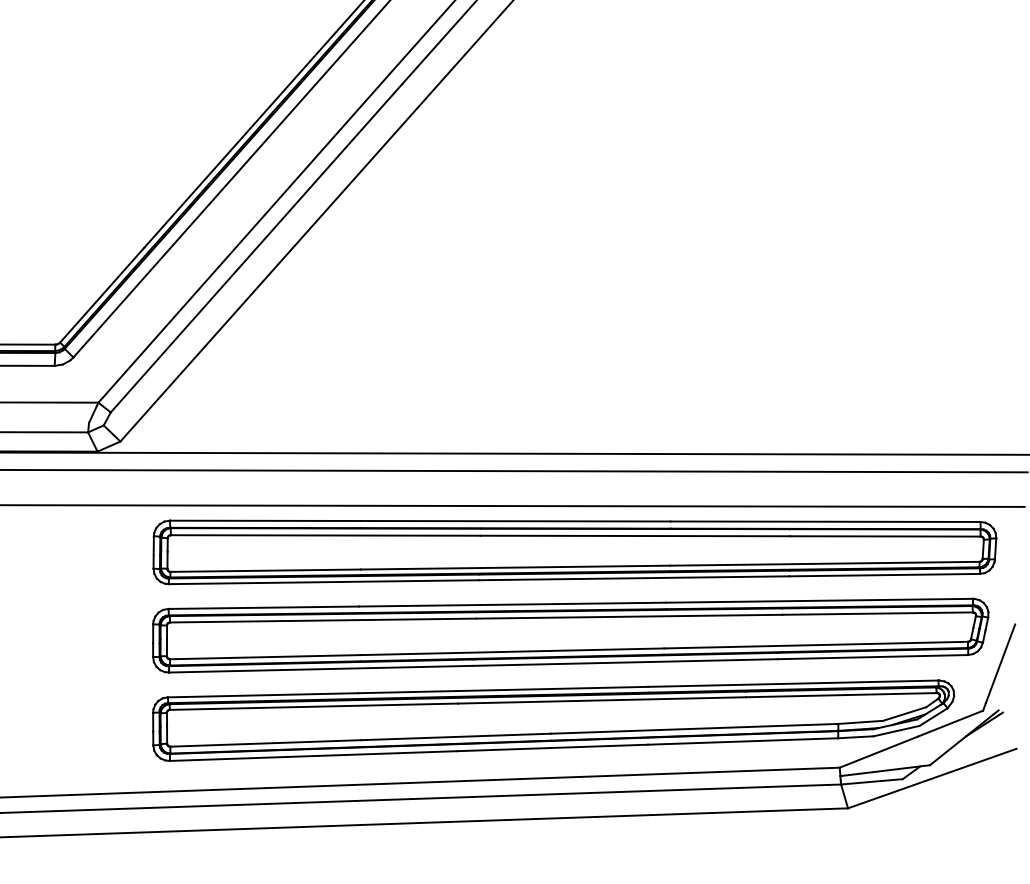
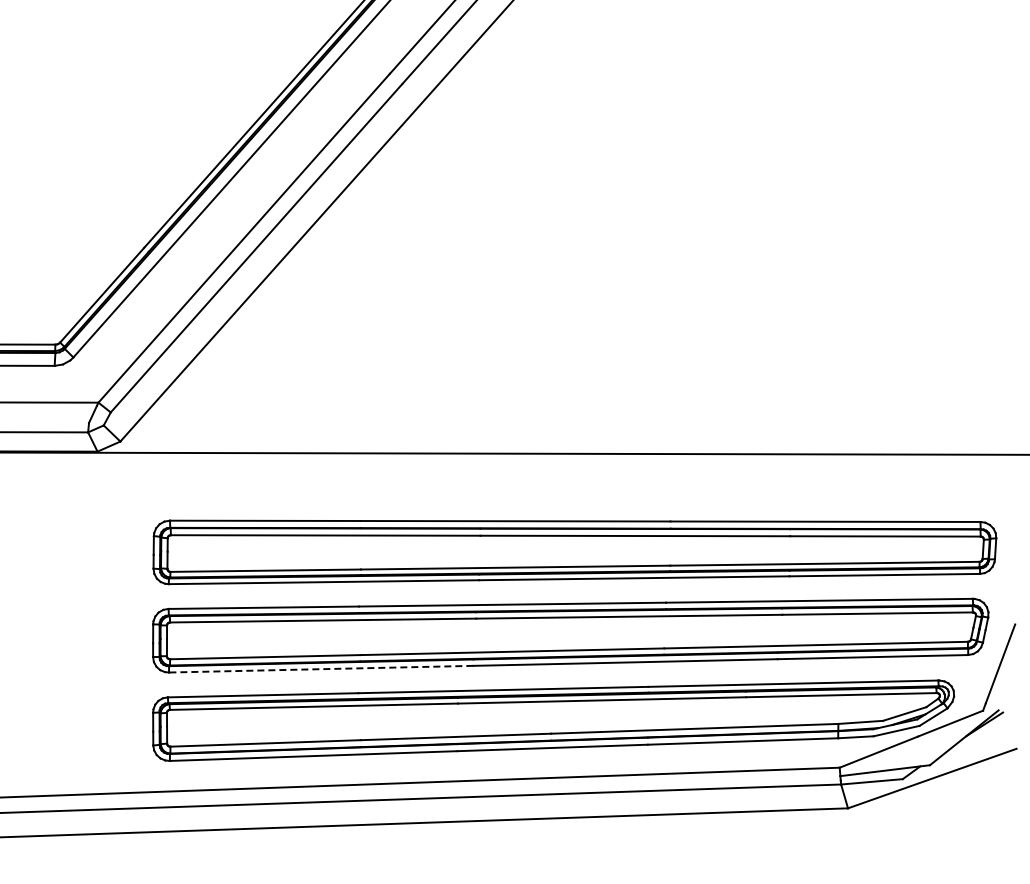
line at (514, 470): present -> none
line at (513, 505): present -> none
line at (320, 669): solid -> dashed
